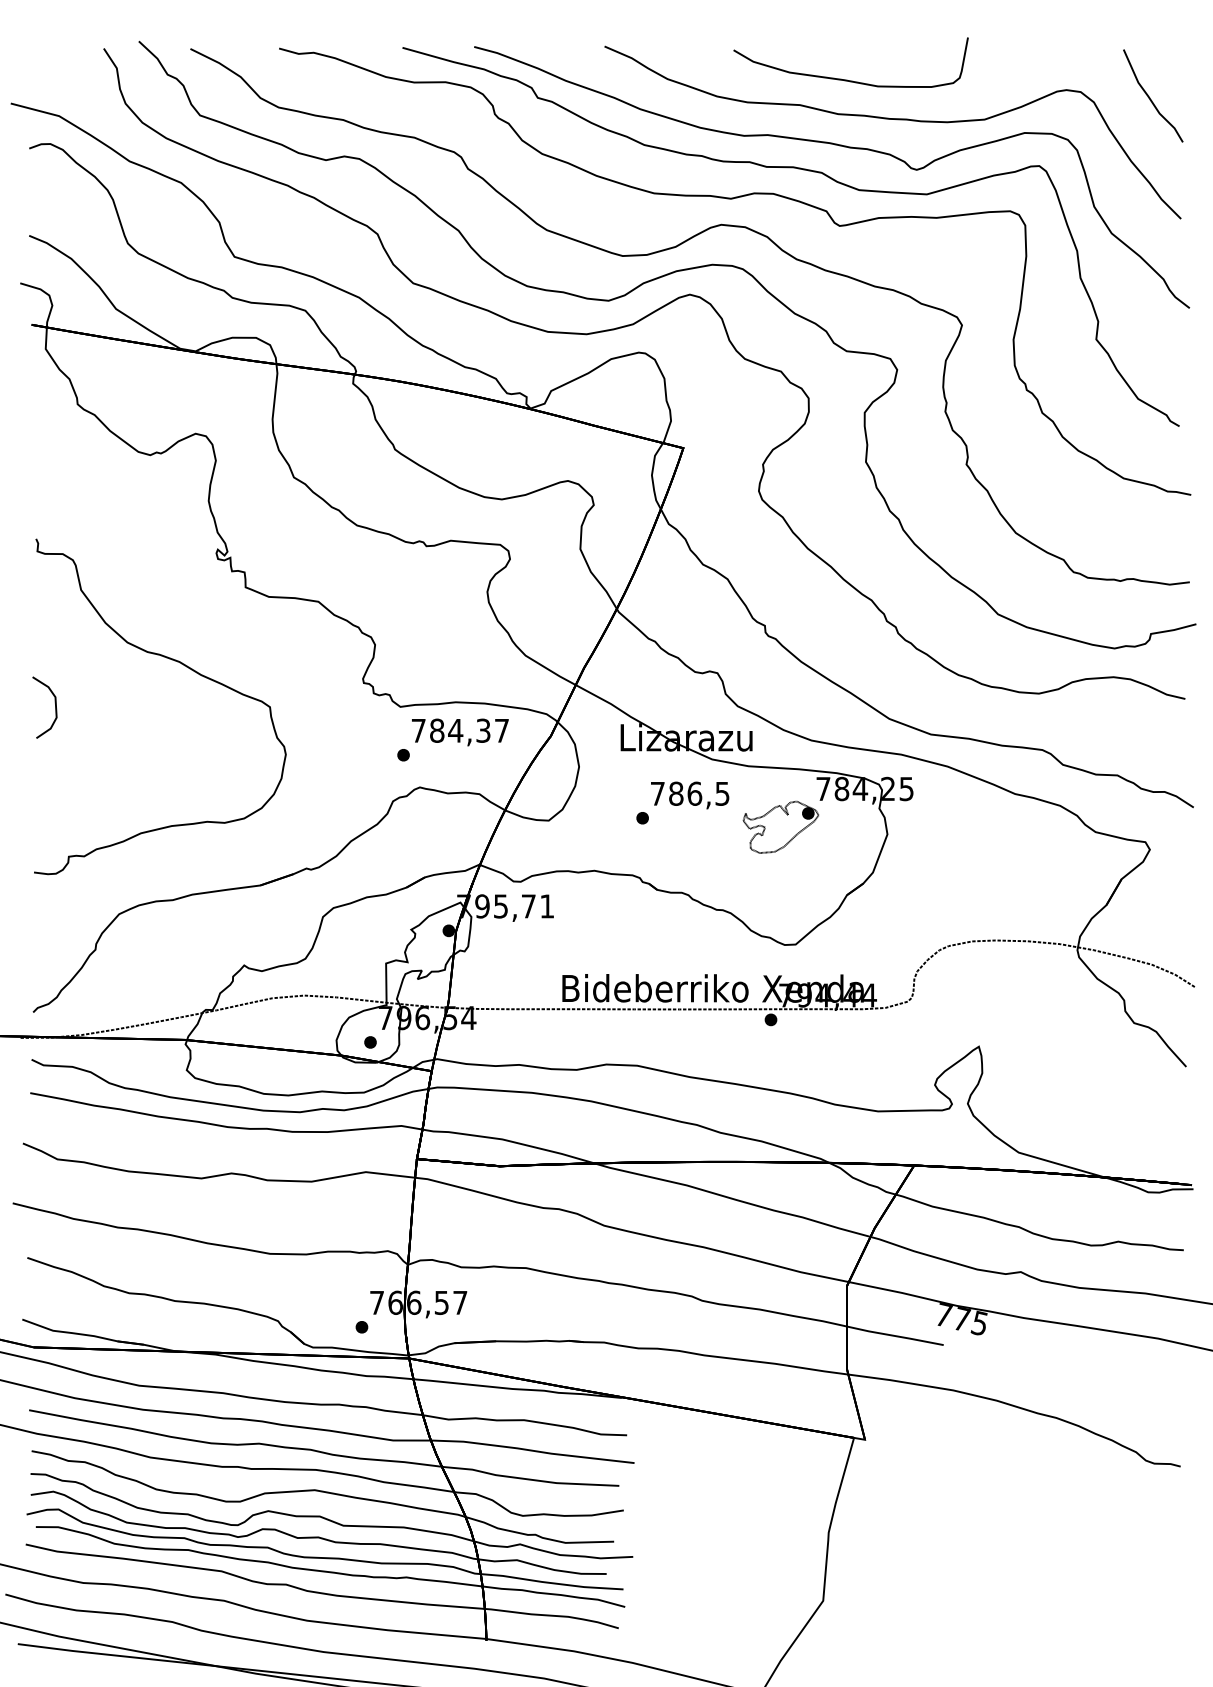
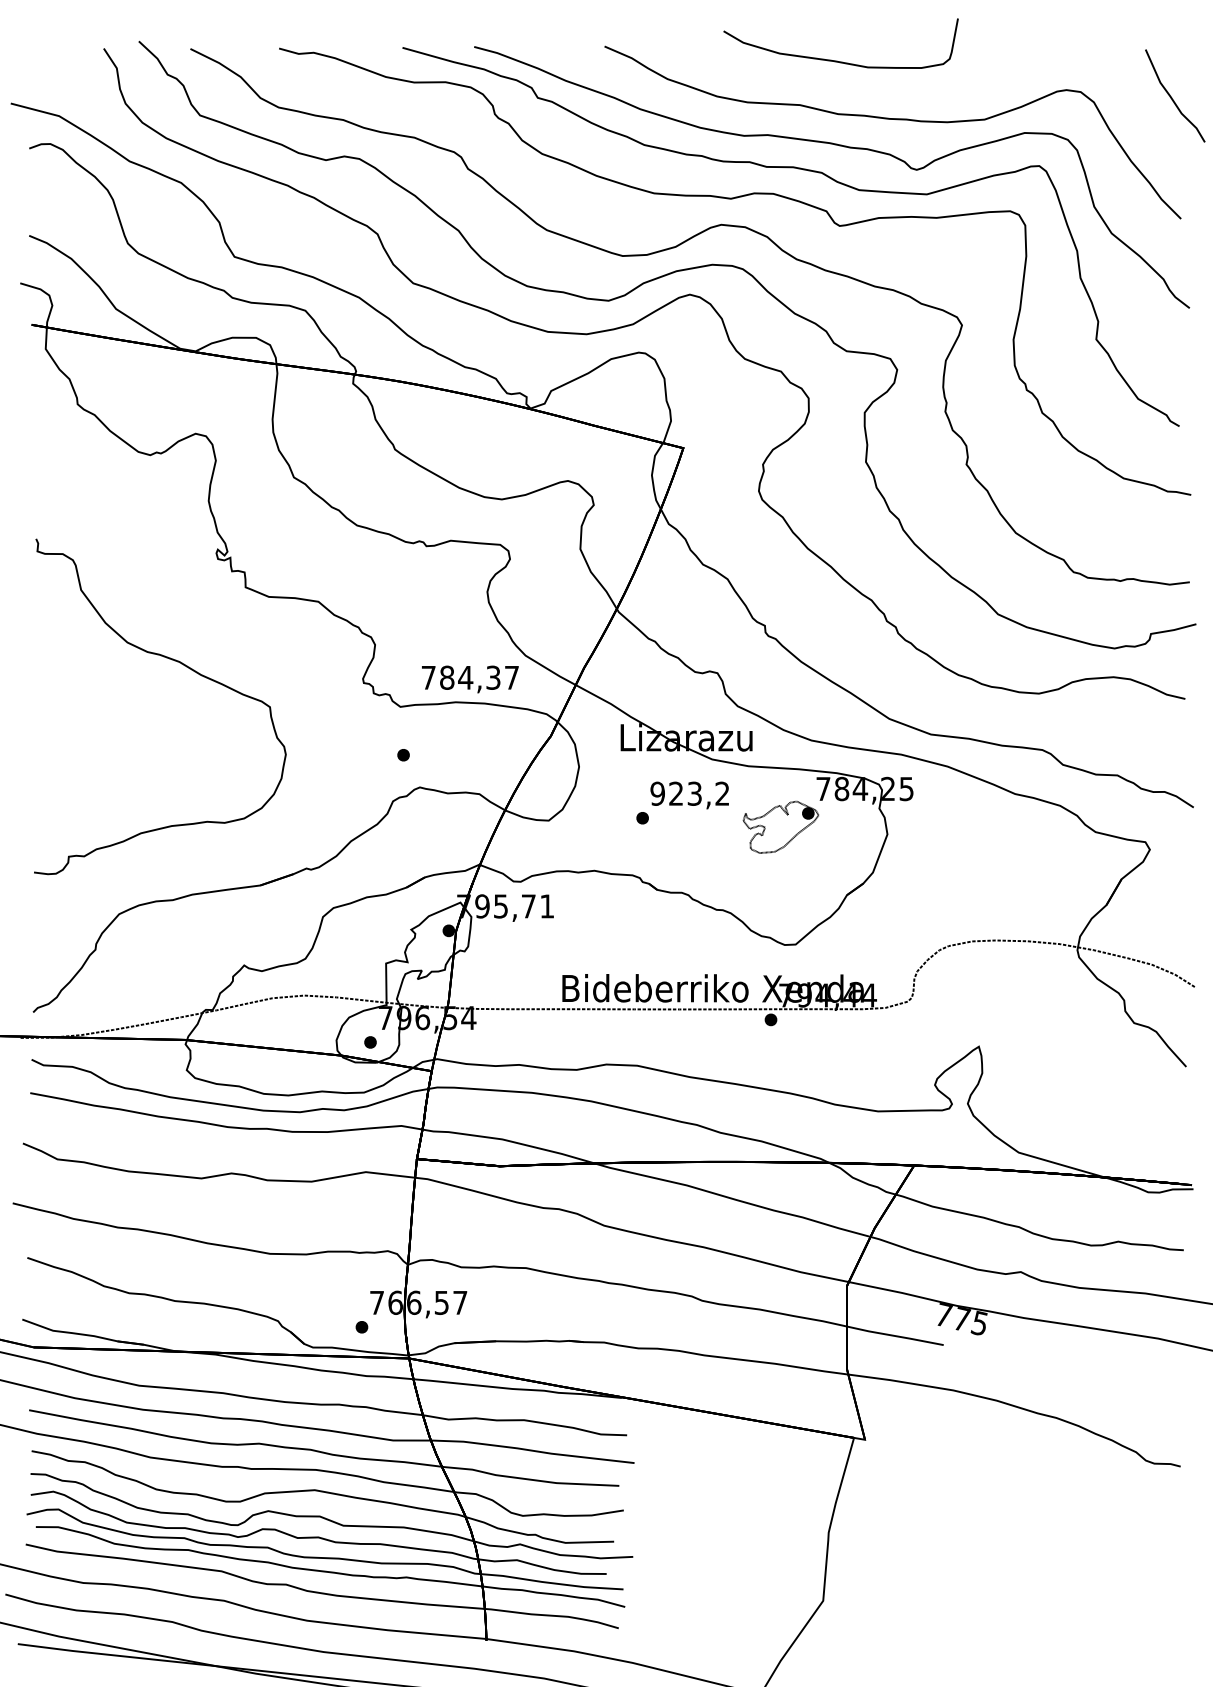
curve at (847, 79) position: (847, 79) -> (837, 60)
curve at (1150, 97) position: (1150, 97) -> (1172, 97)
curve at (55, 707): present -> none
text at (460, 732) position: (460, 732) -> (470, 679)
text at (689, 793): 786,5 -> 923,2
